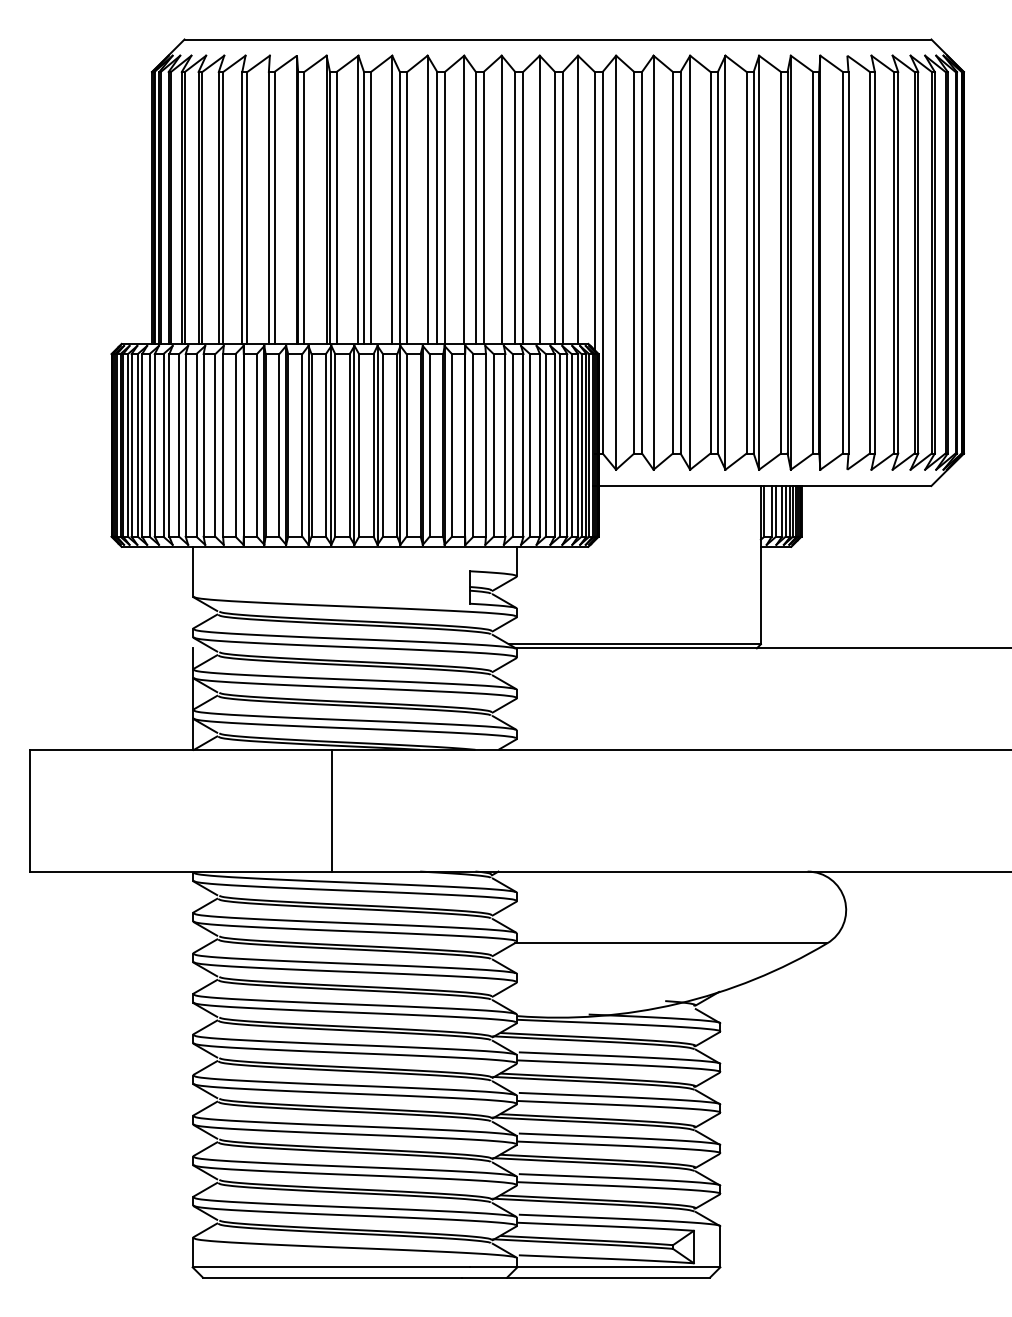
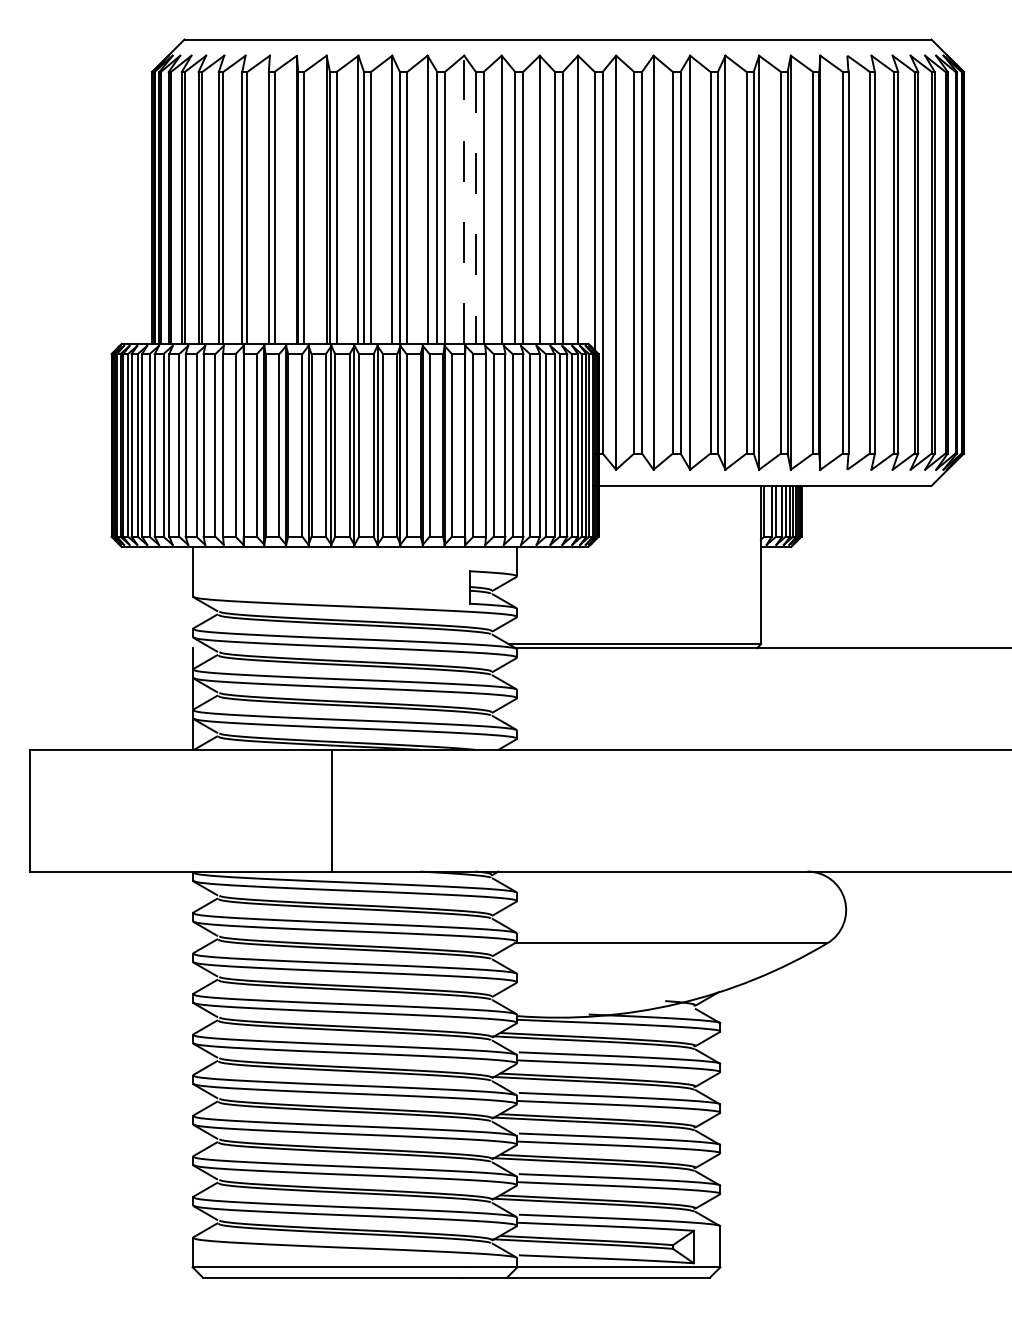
line at (464, 199): solid -> dashed
line at (475, 207): solid -> dashed
